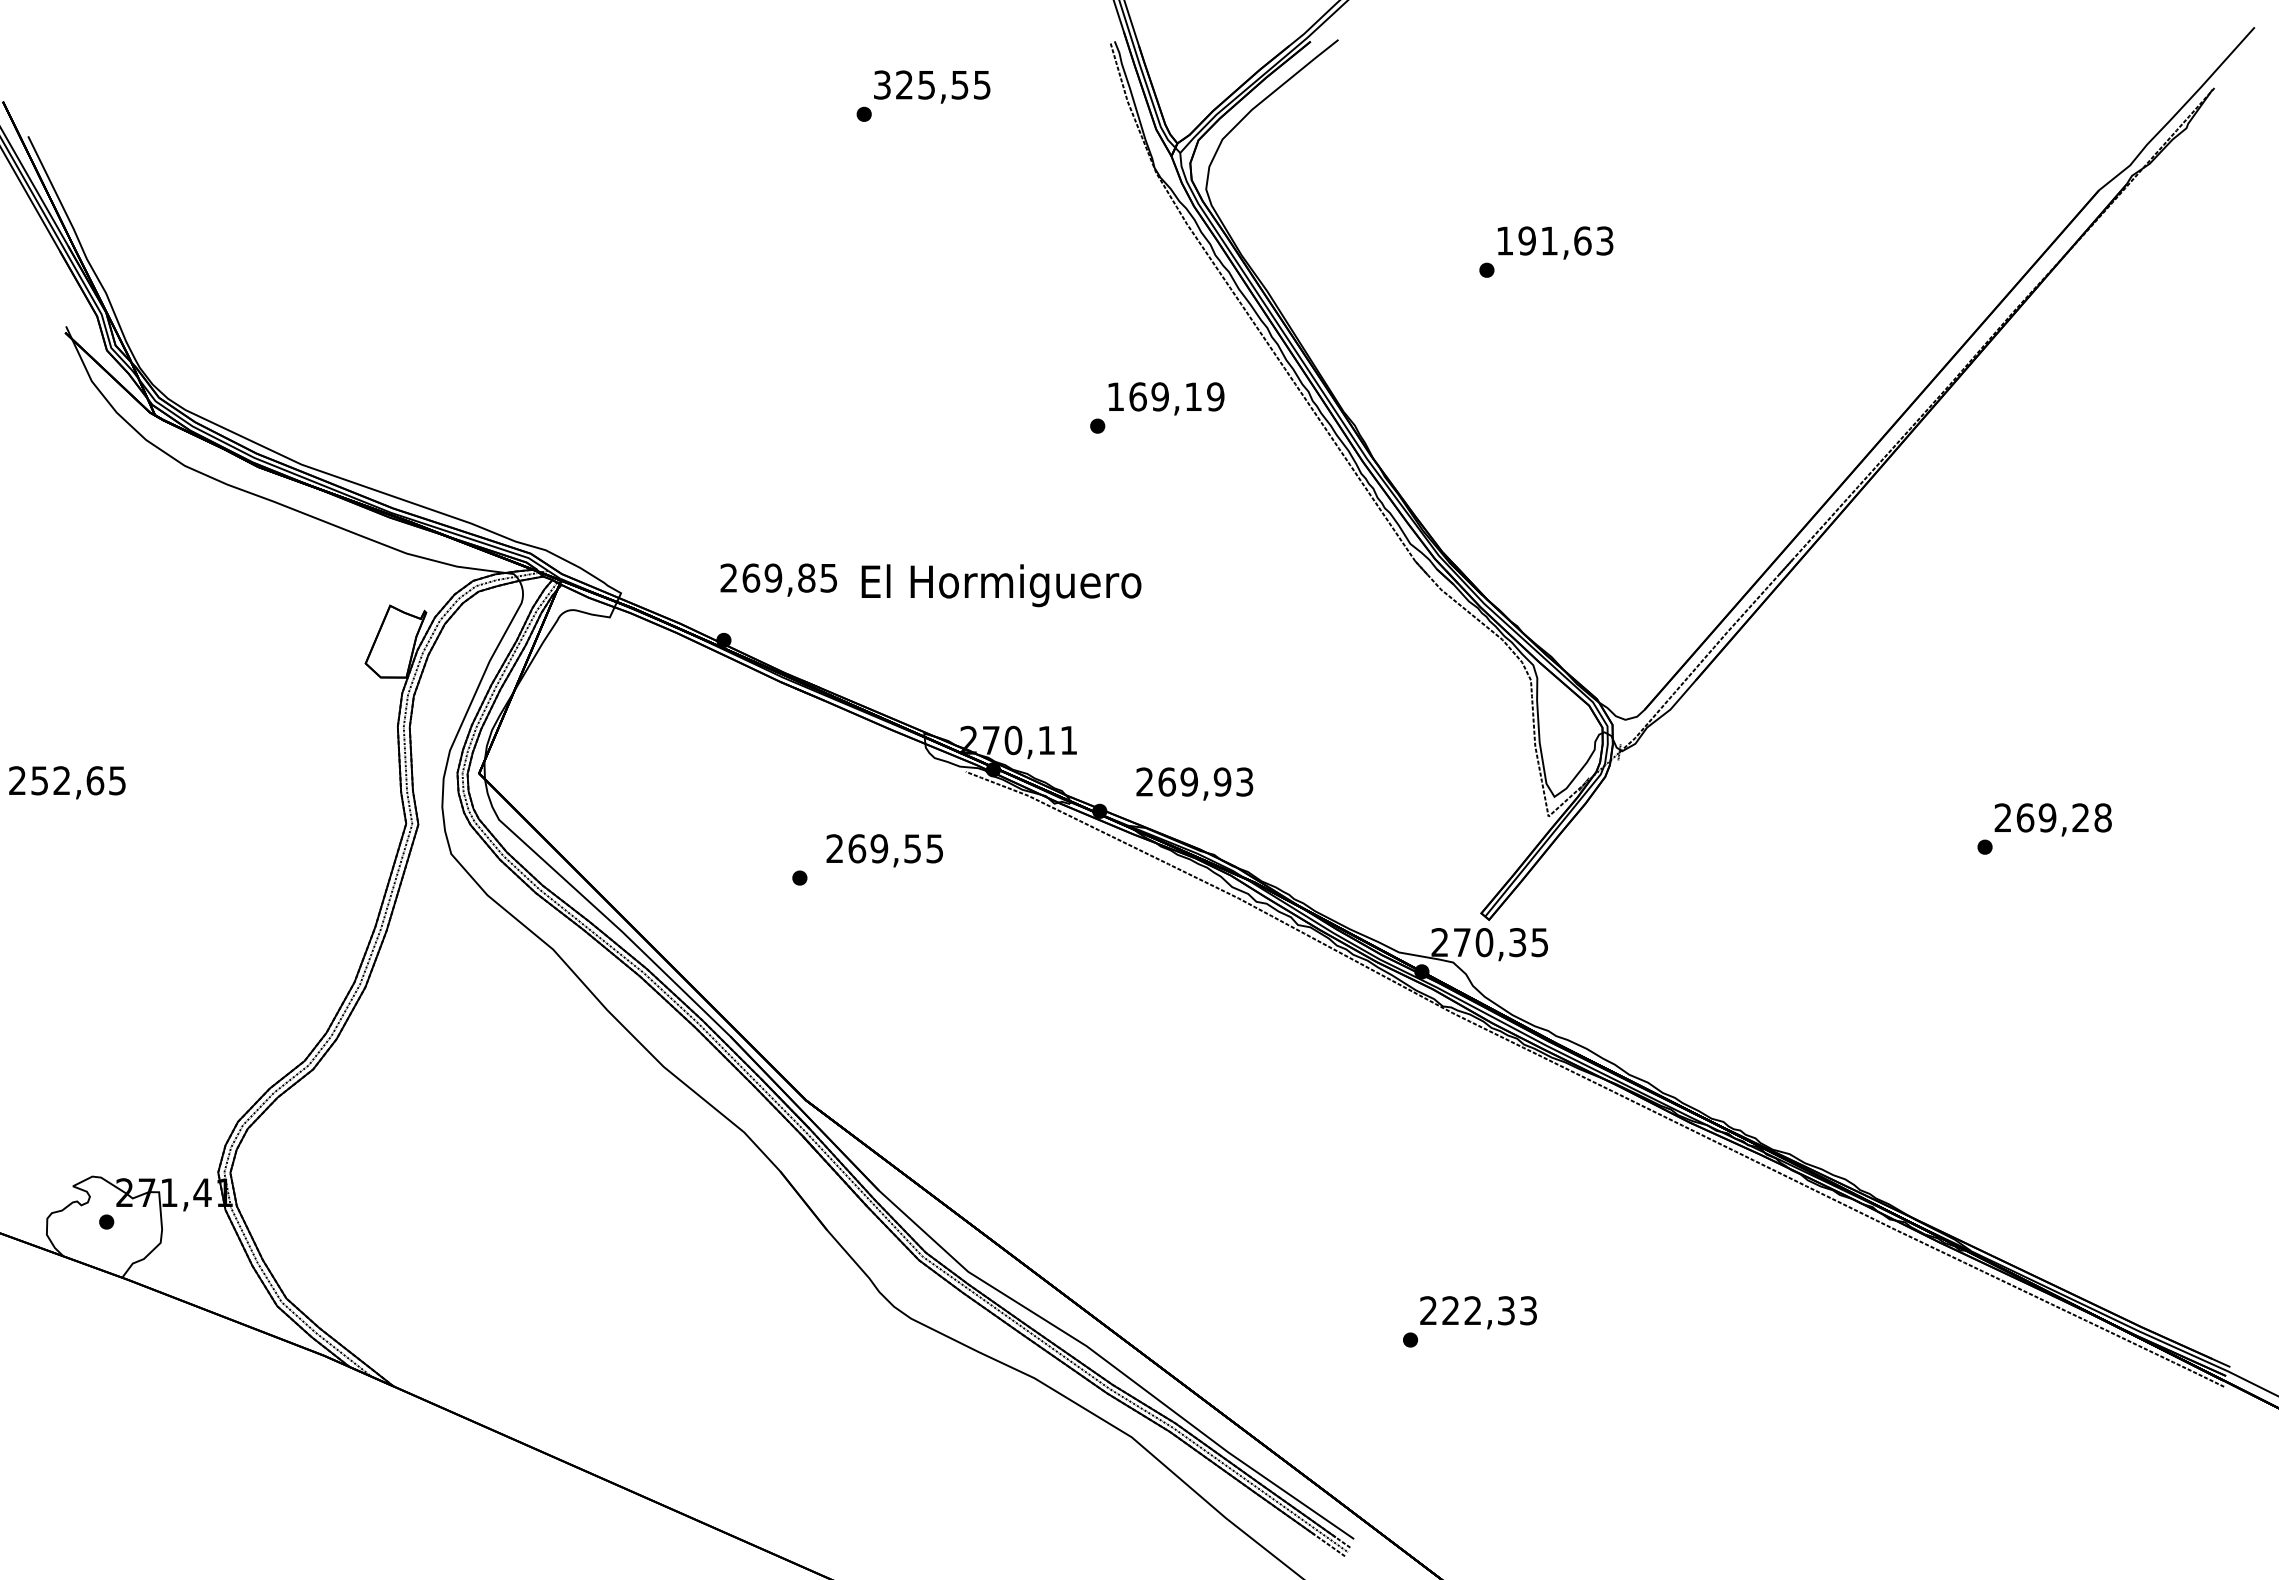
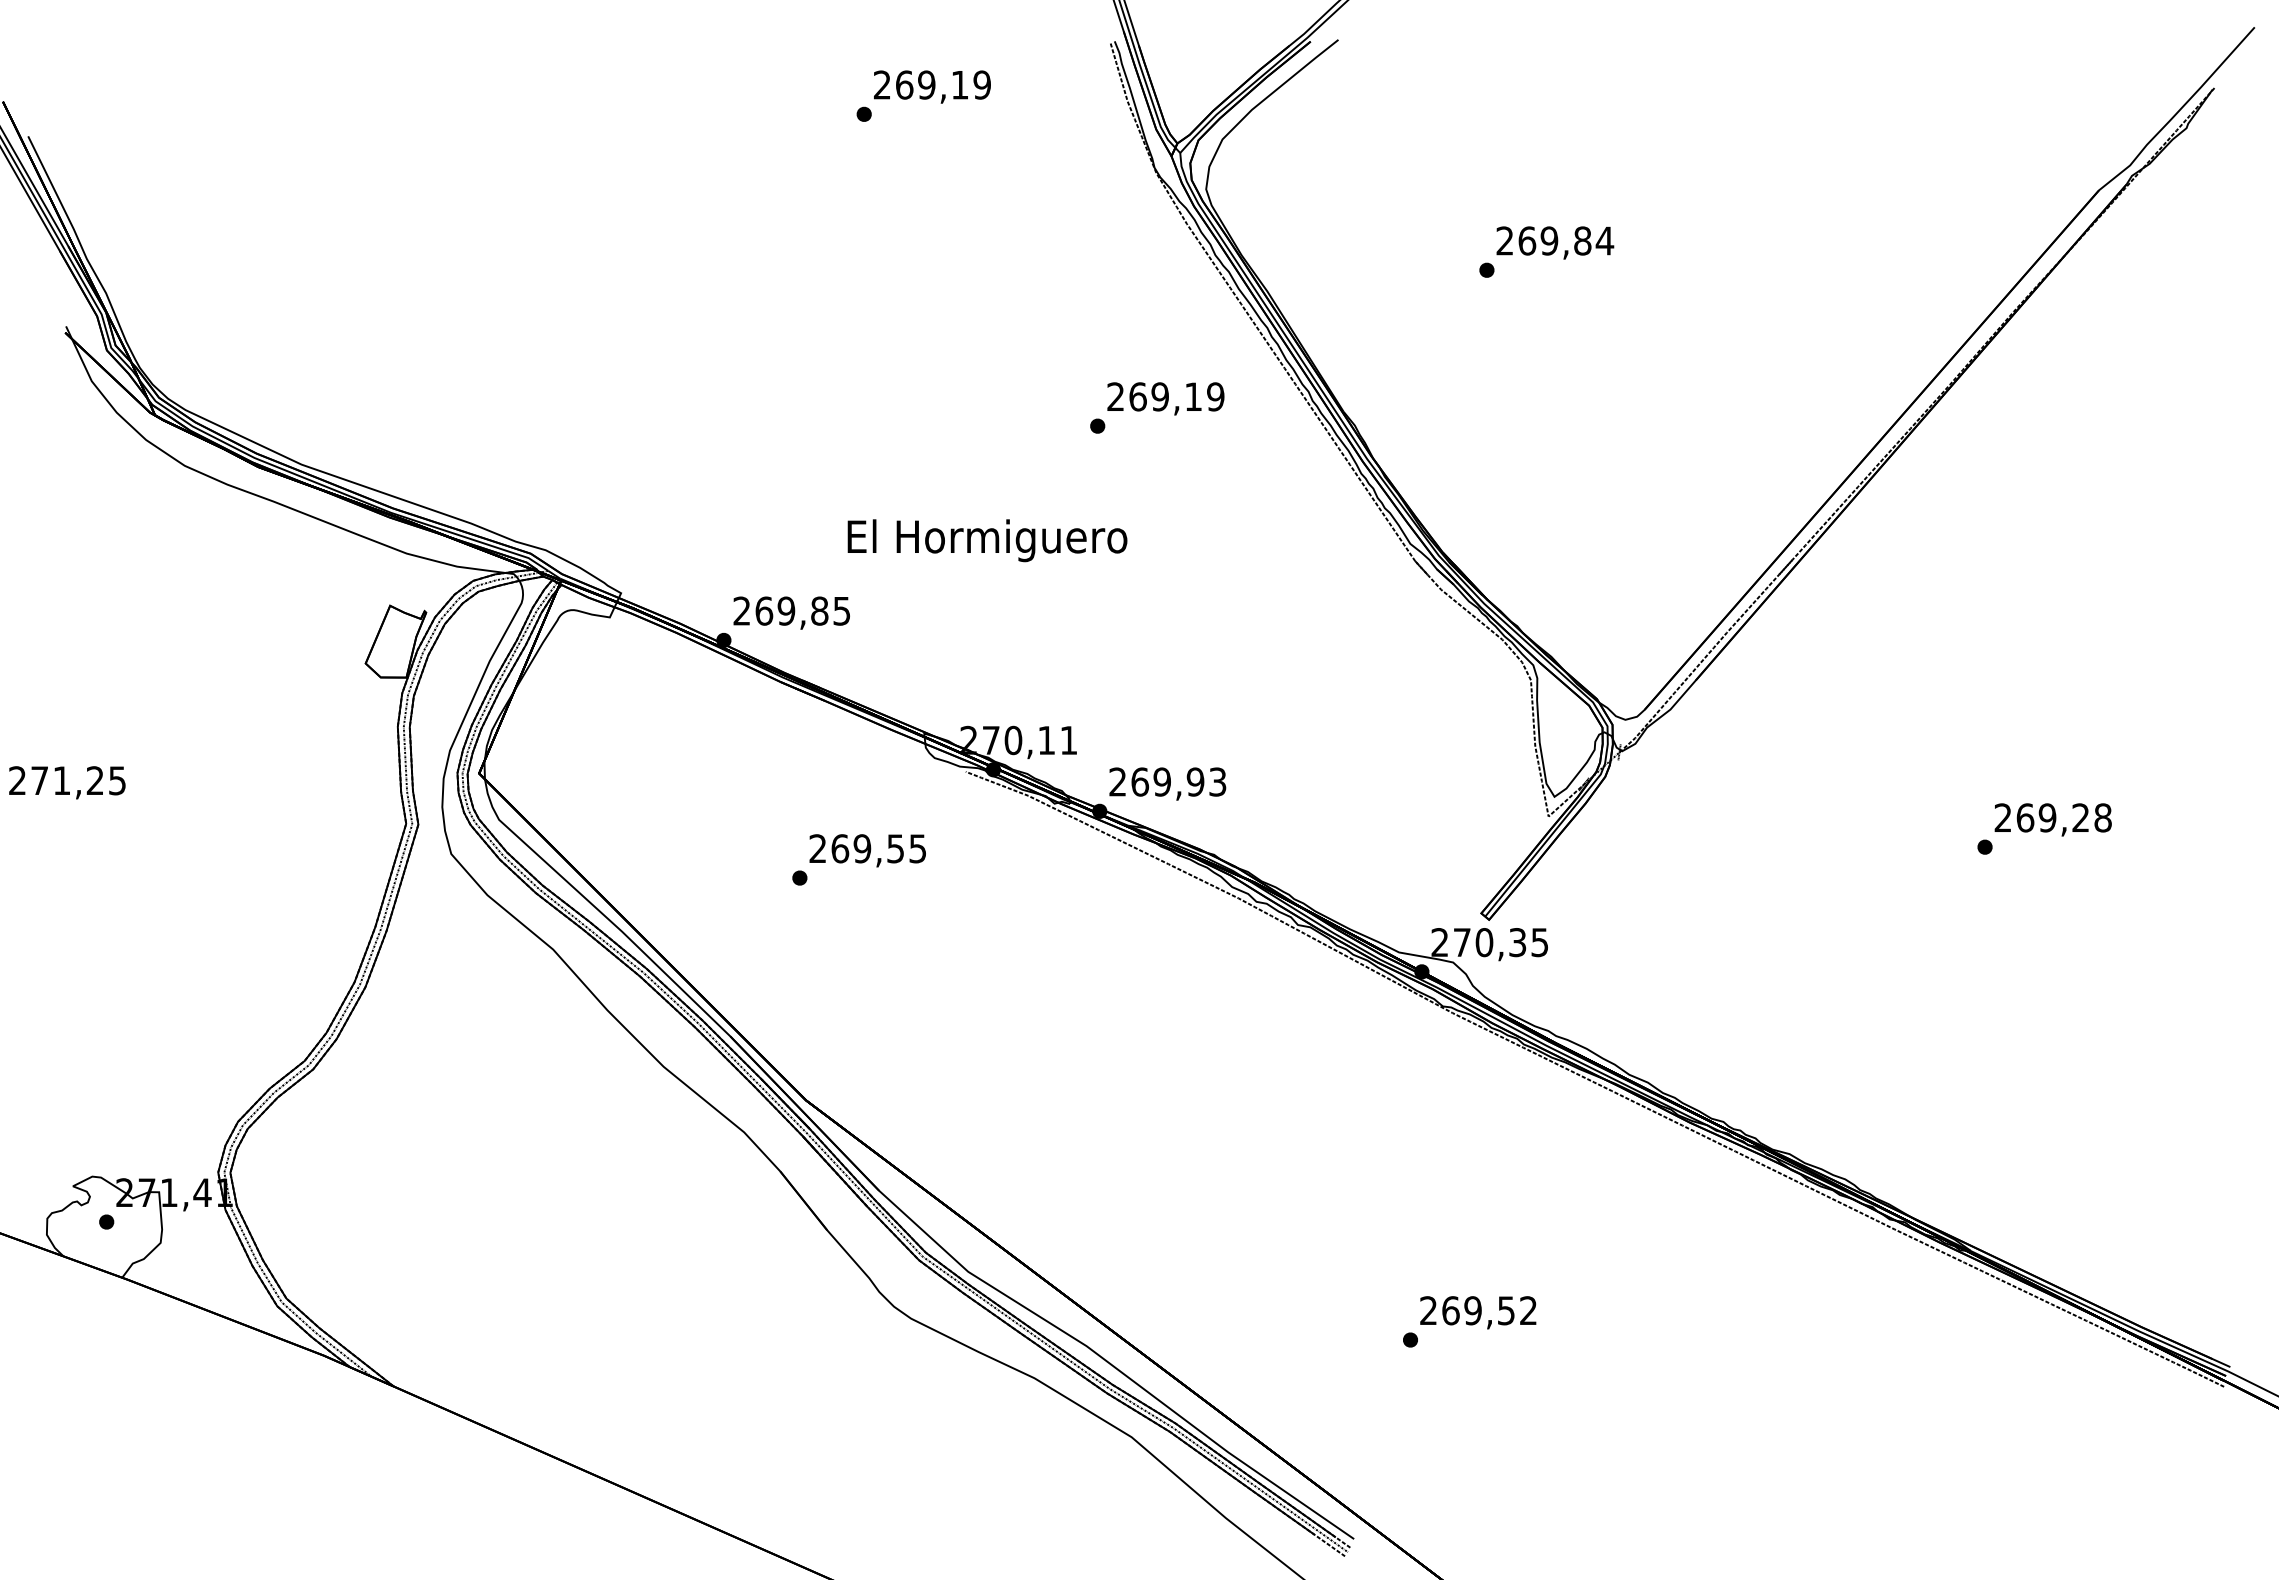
text at (932, 84): 325,55 -> 269,19
text at (1555, 240): 191,63 -> 269,84
text at (1115, 396): 169,19 -> 269,19
text at (778, 579) position: (778, 579) -> (791, 612)
text at (1001, 585) position: (1001, 585) -> (987, 540)
text at (67, 780): 252,65 -> 271,25
text at (1194, 783) position: (1194, 783) -> (1167, 783)
text at (884, 850) position: (884, 850) -> (867, 850)
text at (1489, 1310): 222,33 -> 269,52
